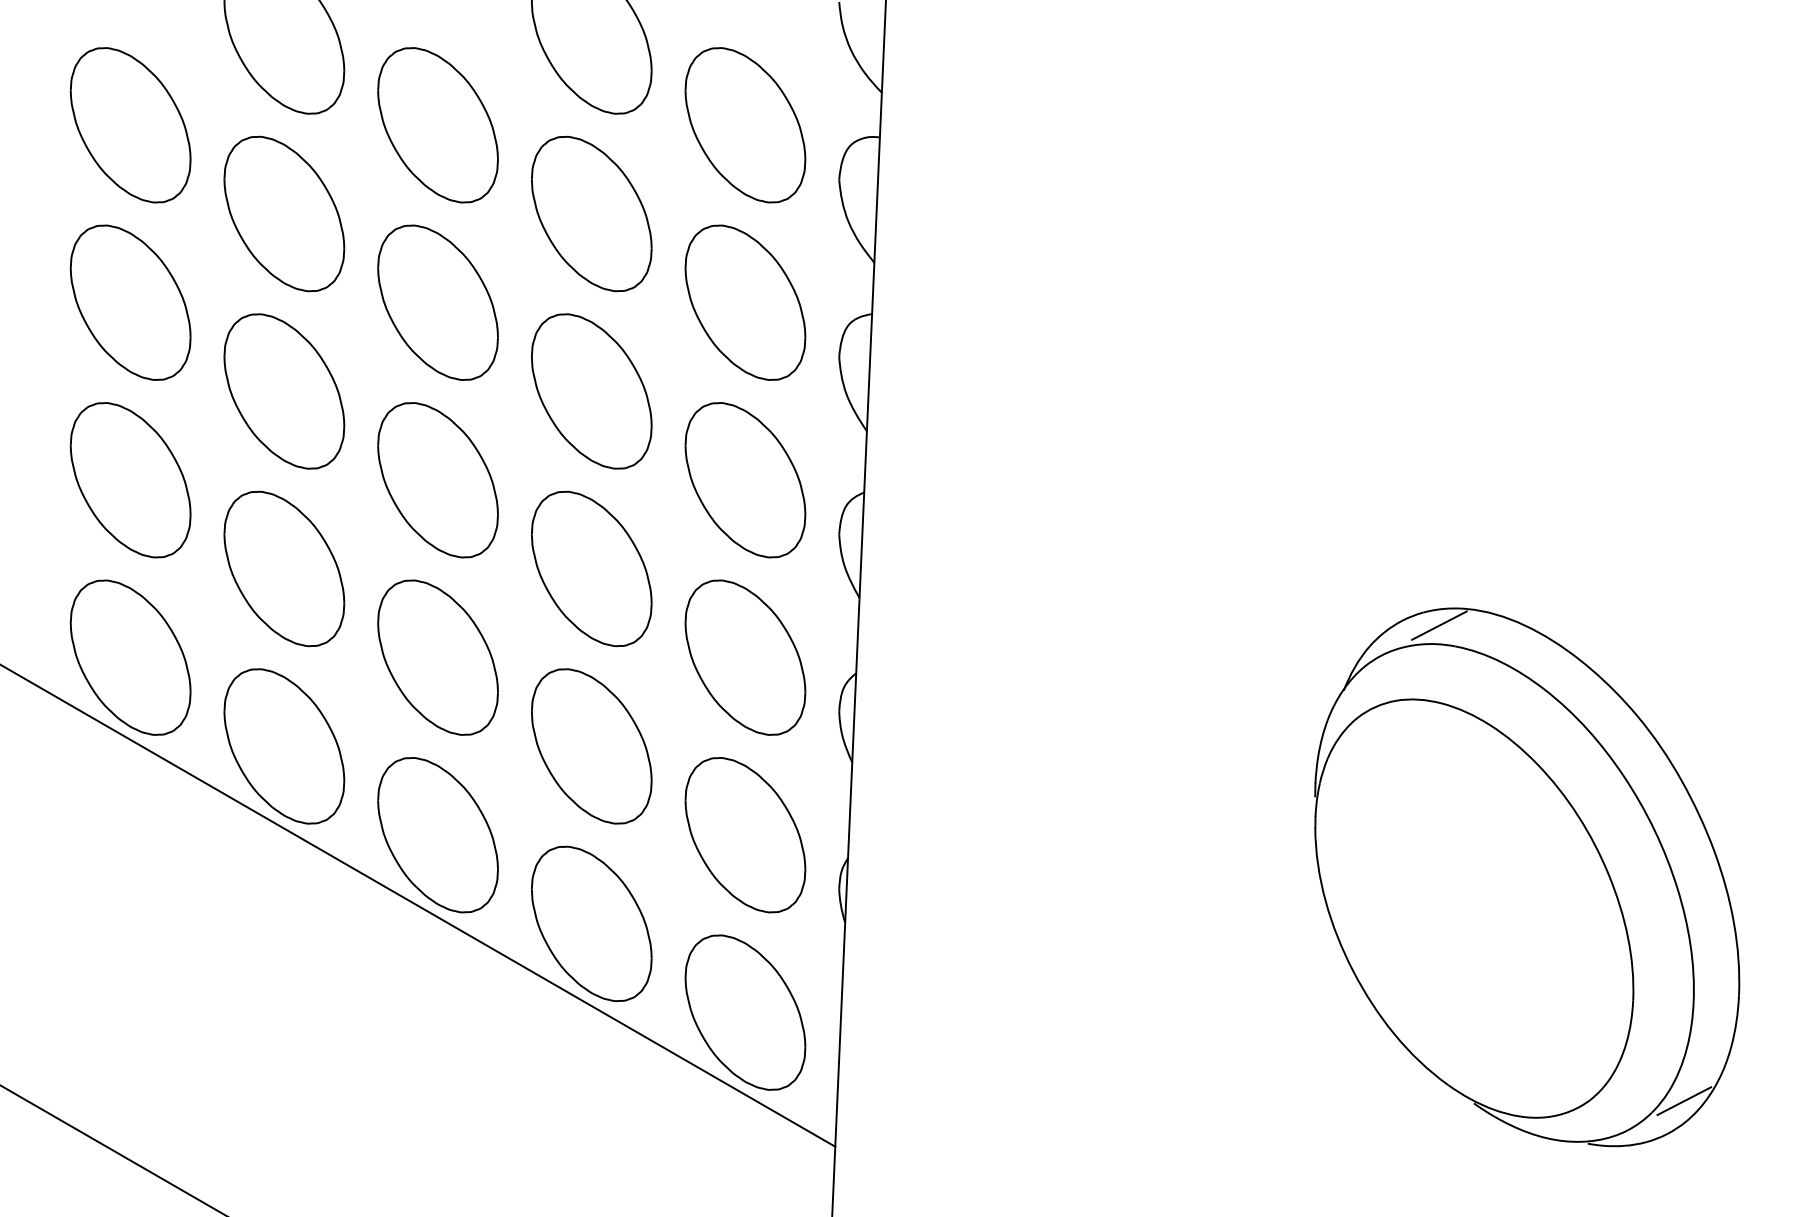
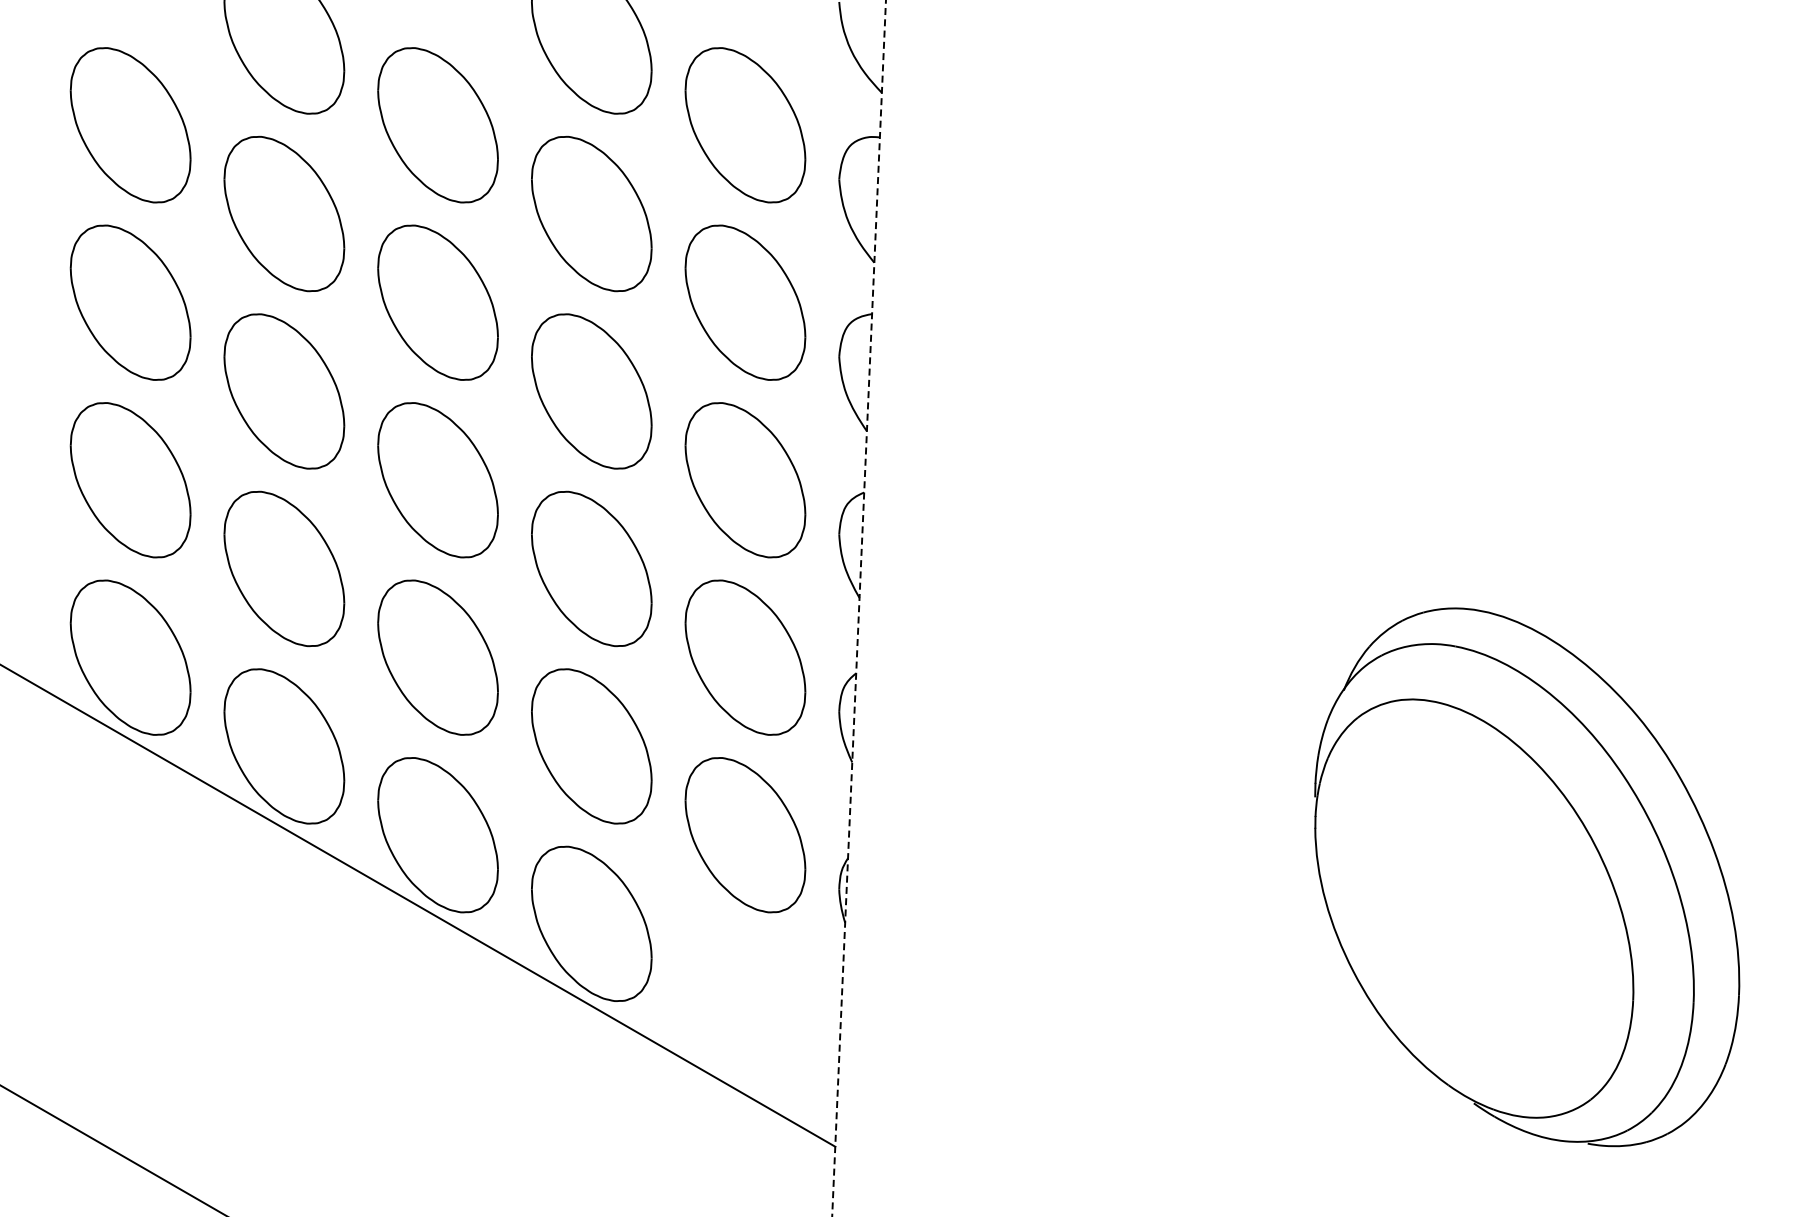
line at (859, 608): solid -> dashed
line at (1439, 625): present -> none
part at (745, 1012): present -> none
line at (1684, 1100): present -> none
